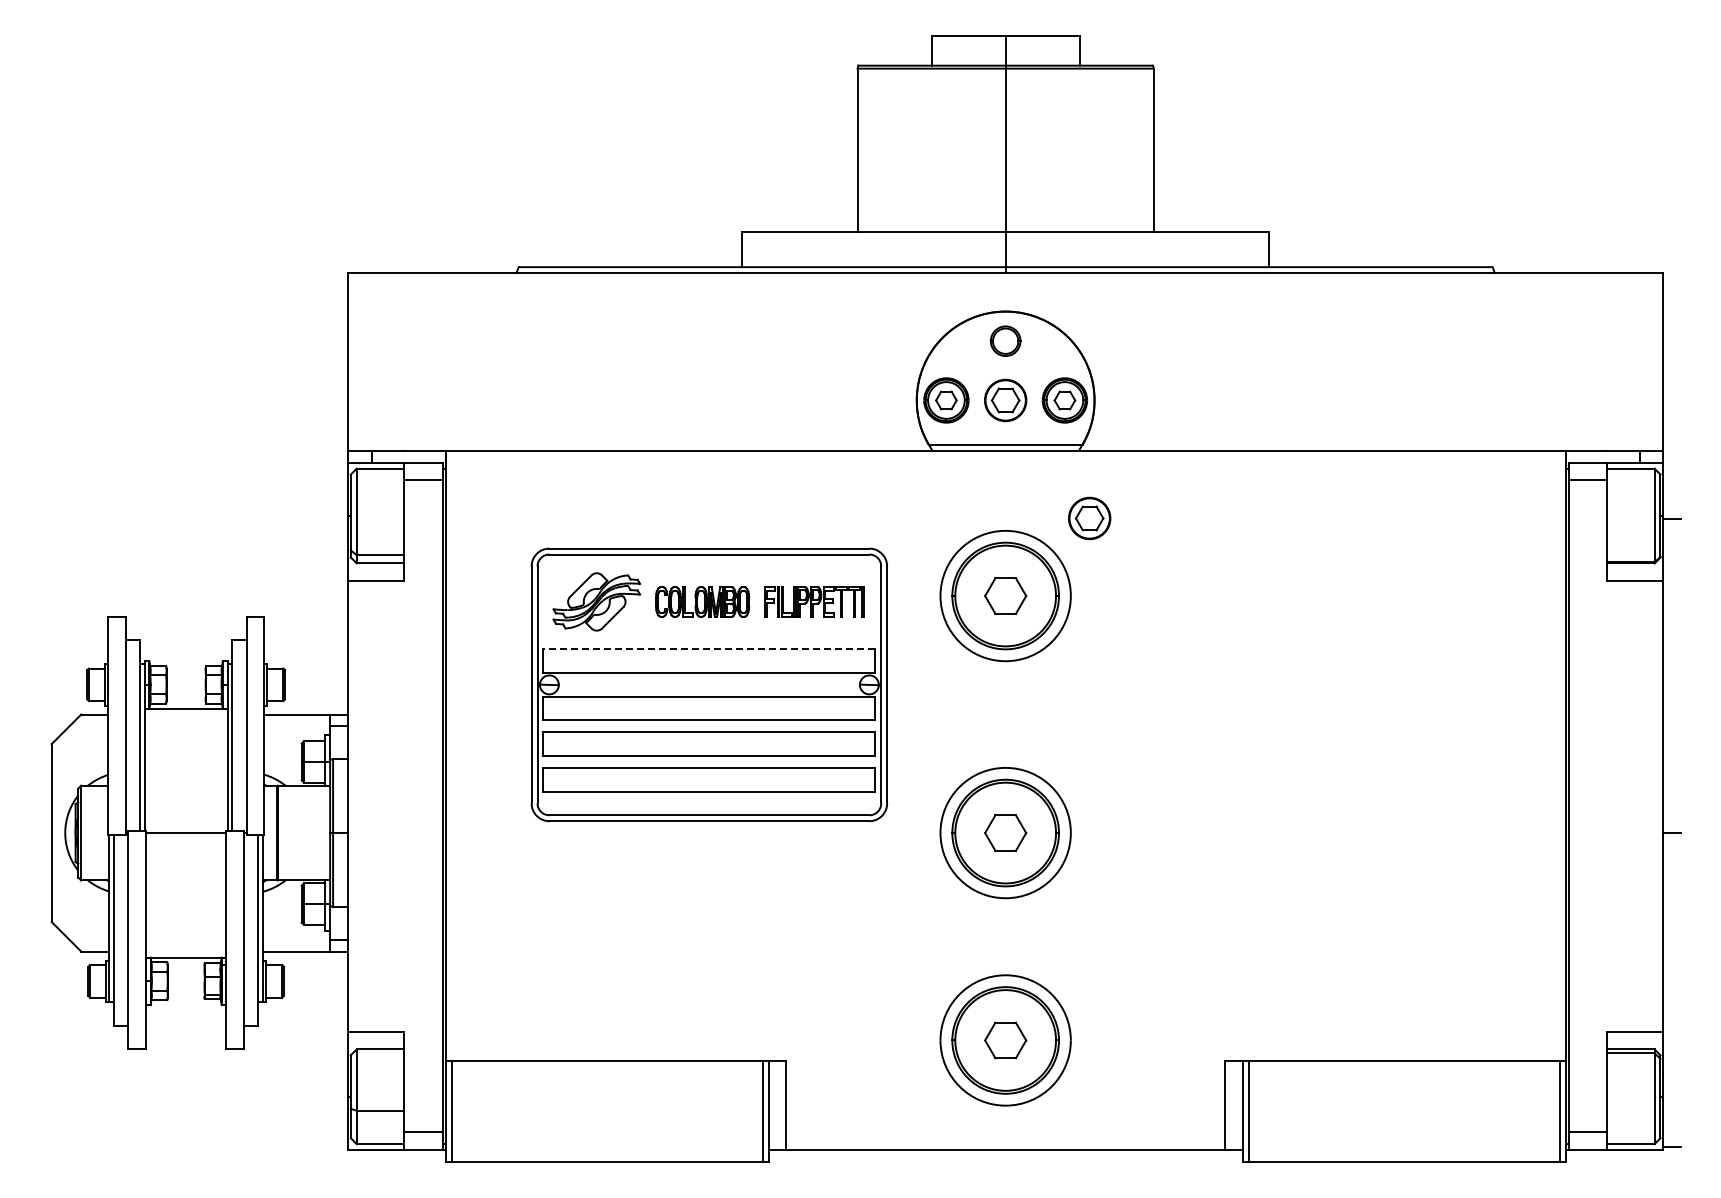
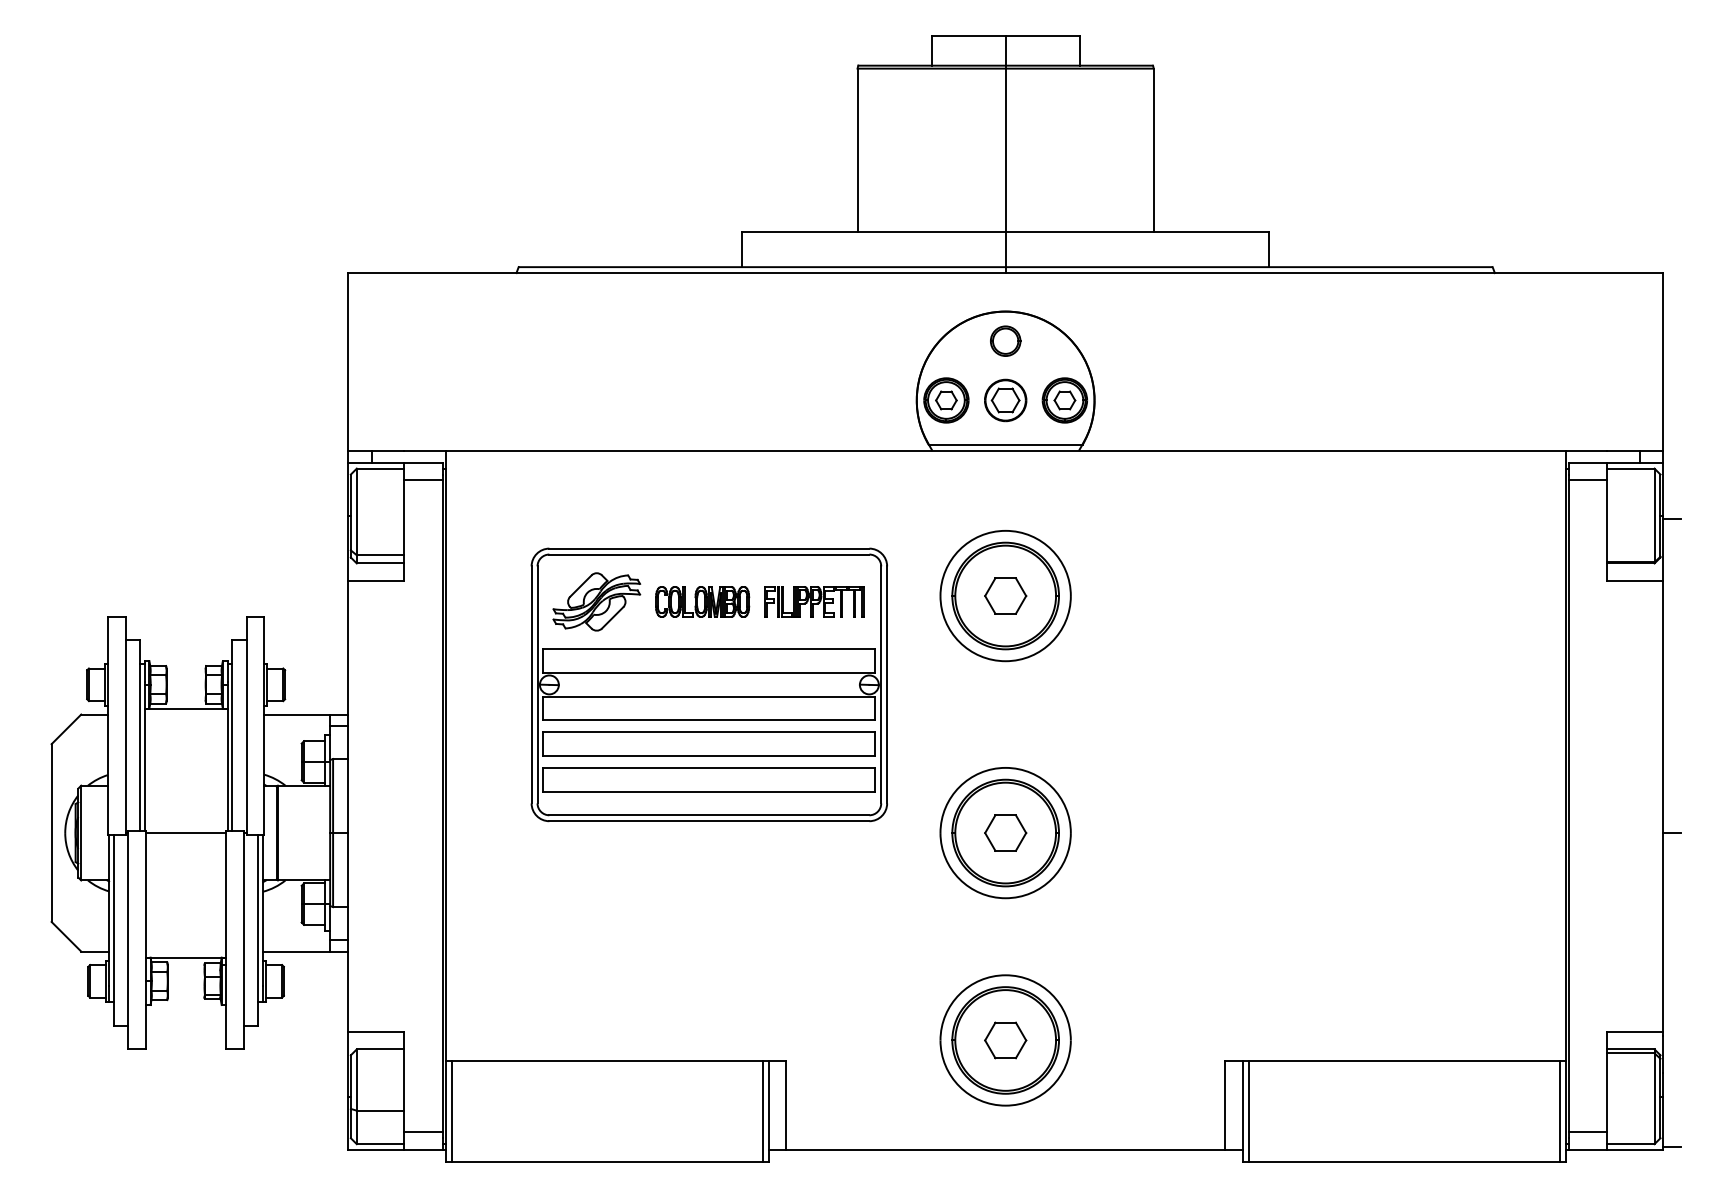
part at (1089, 518): present -> none
line at (709, 649): dashed -> solid
